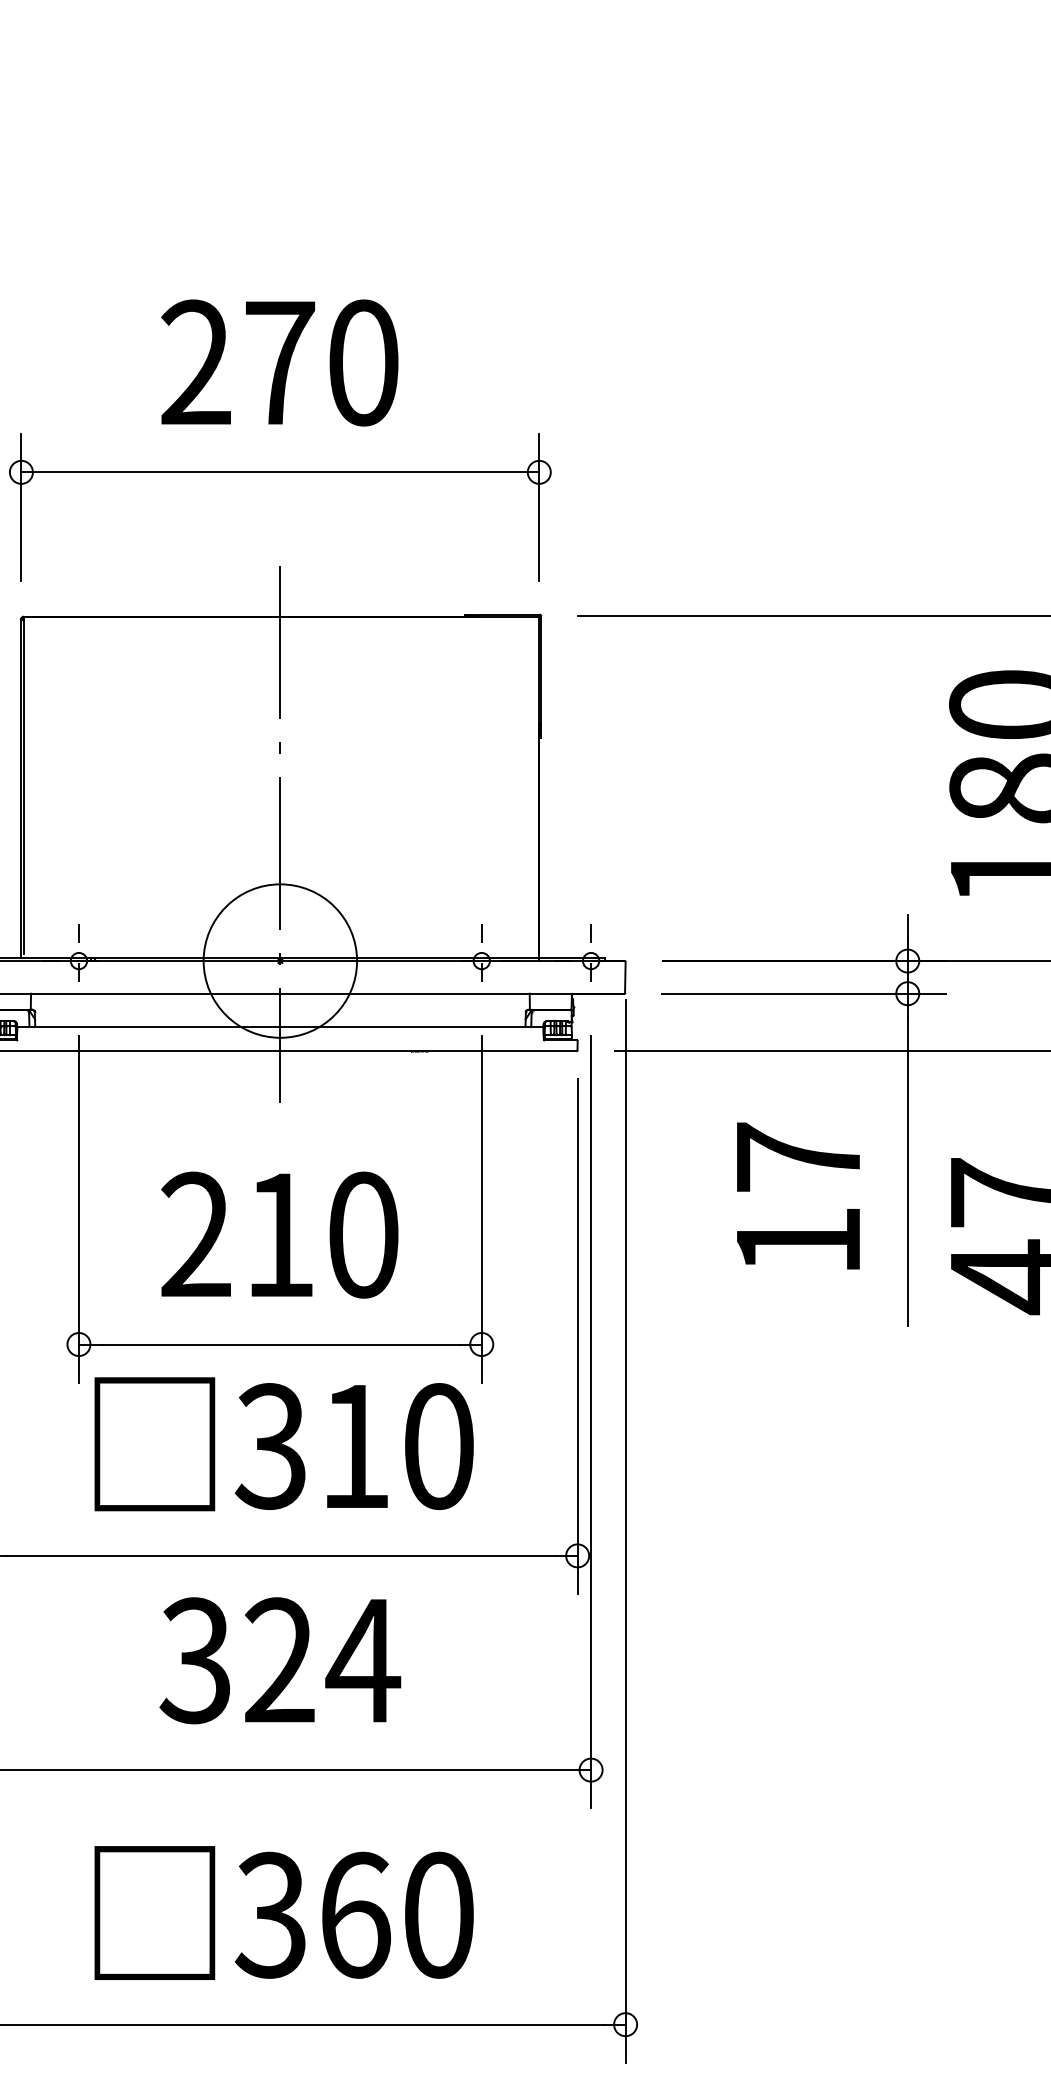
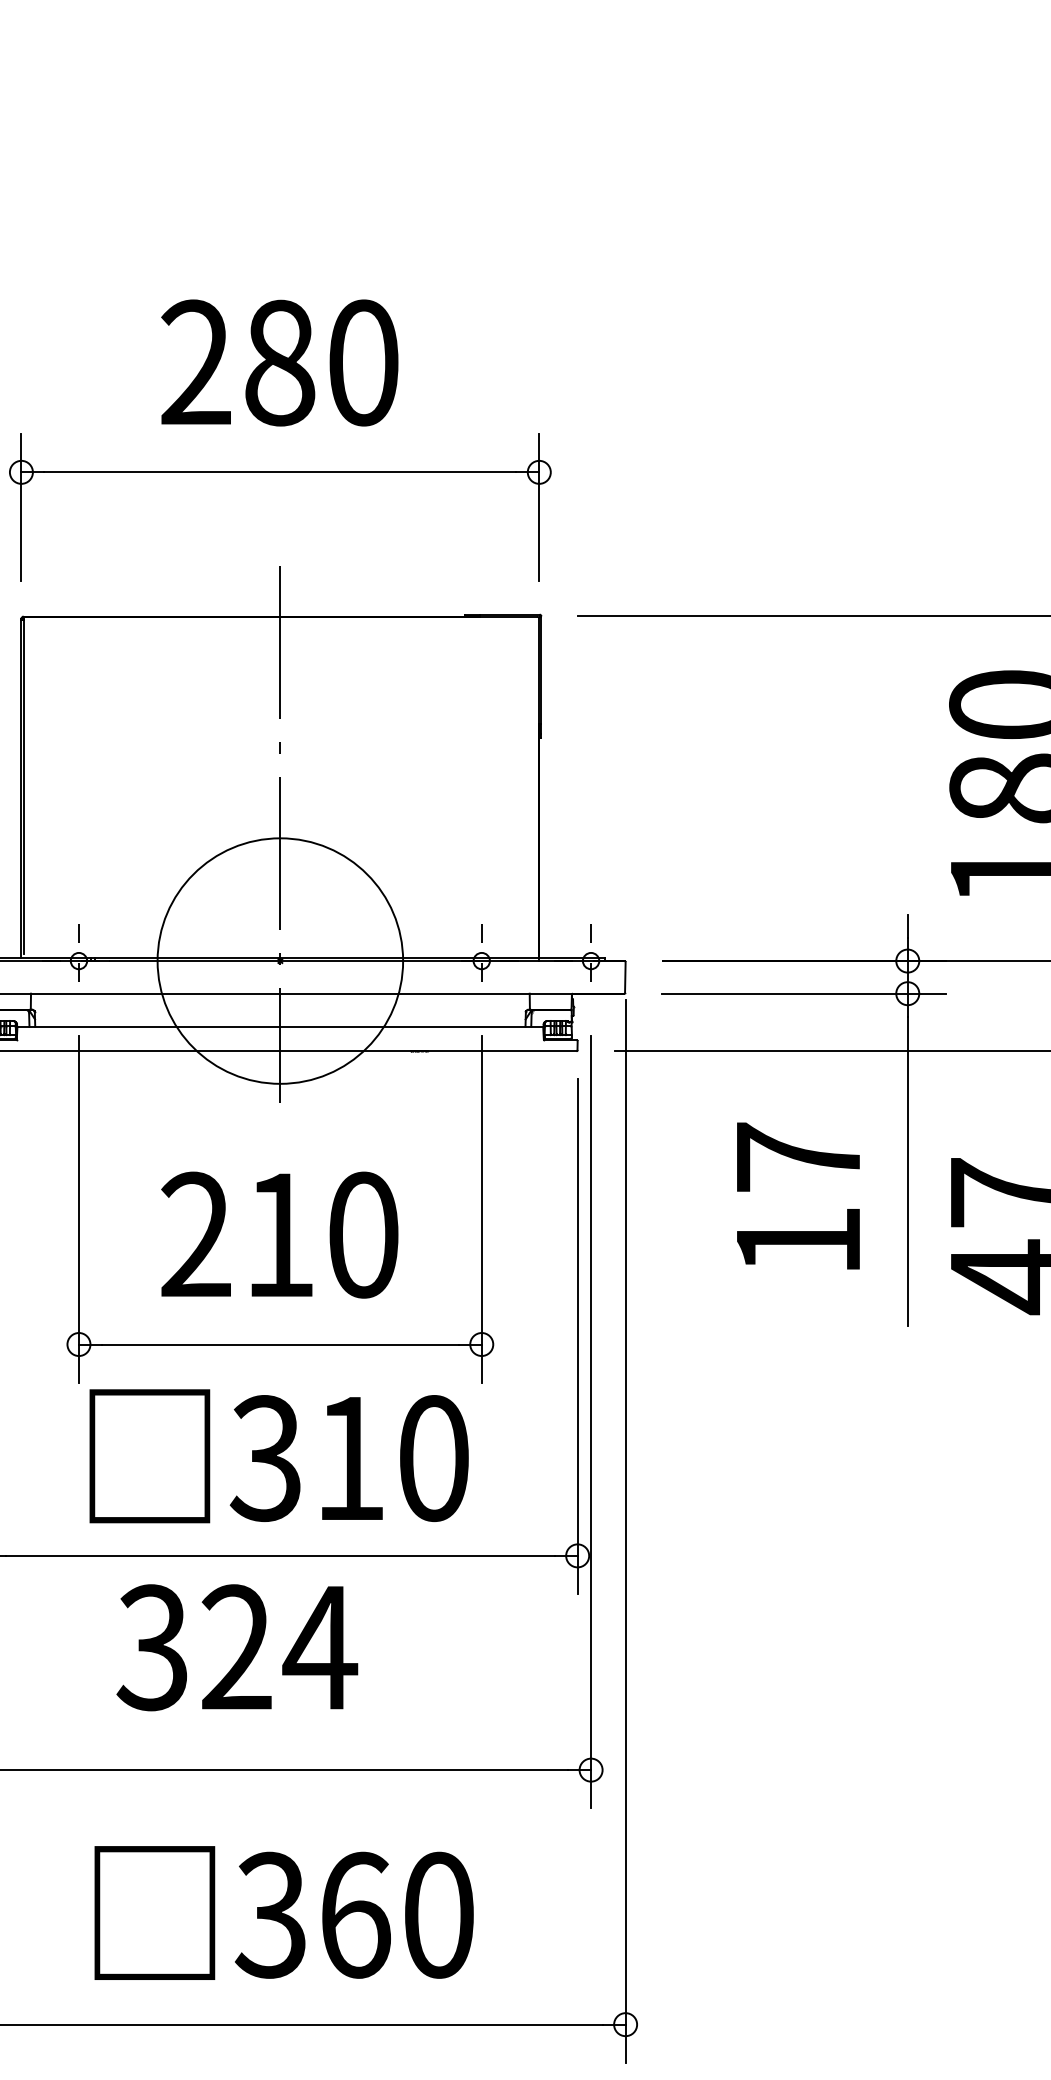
text at (280, 362): 270 -> 280
circle at (280, 960) diameter: 153 px -> 246 px
text at (283, 1444) position: (283, 1444) -> (278, 1456)
text at (280, 1660) position: (280, 1660) -> (237, 1647)
